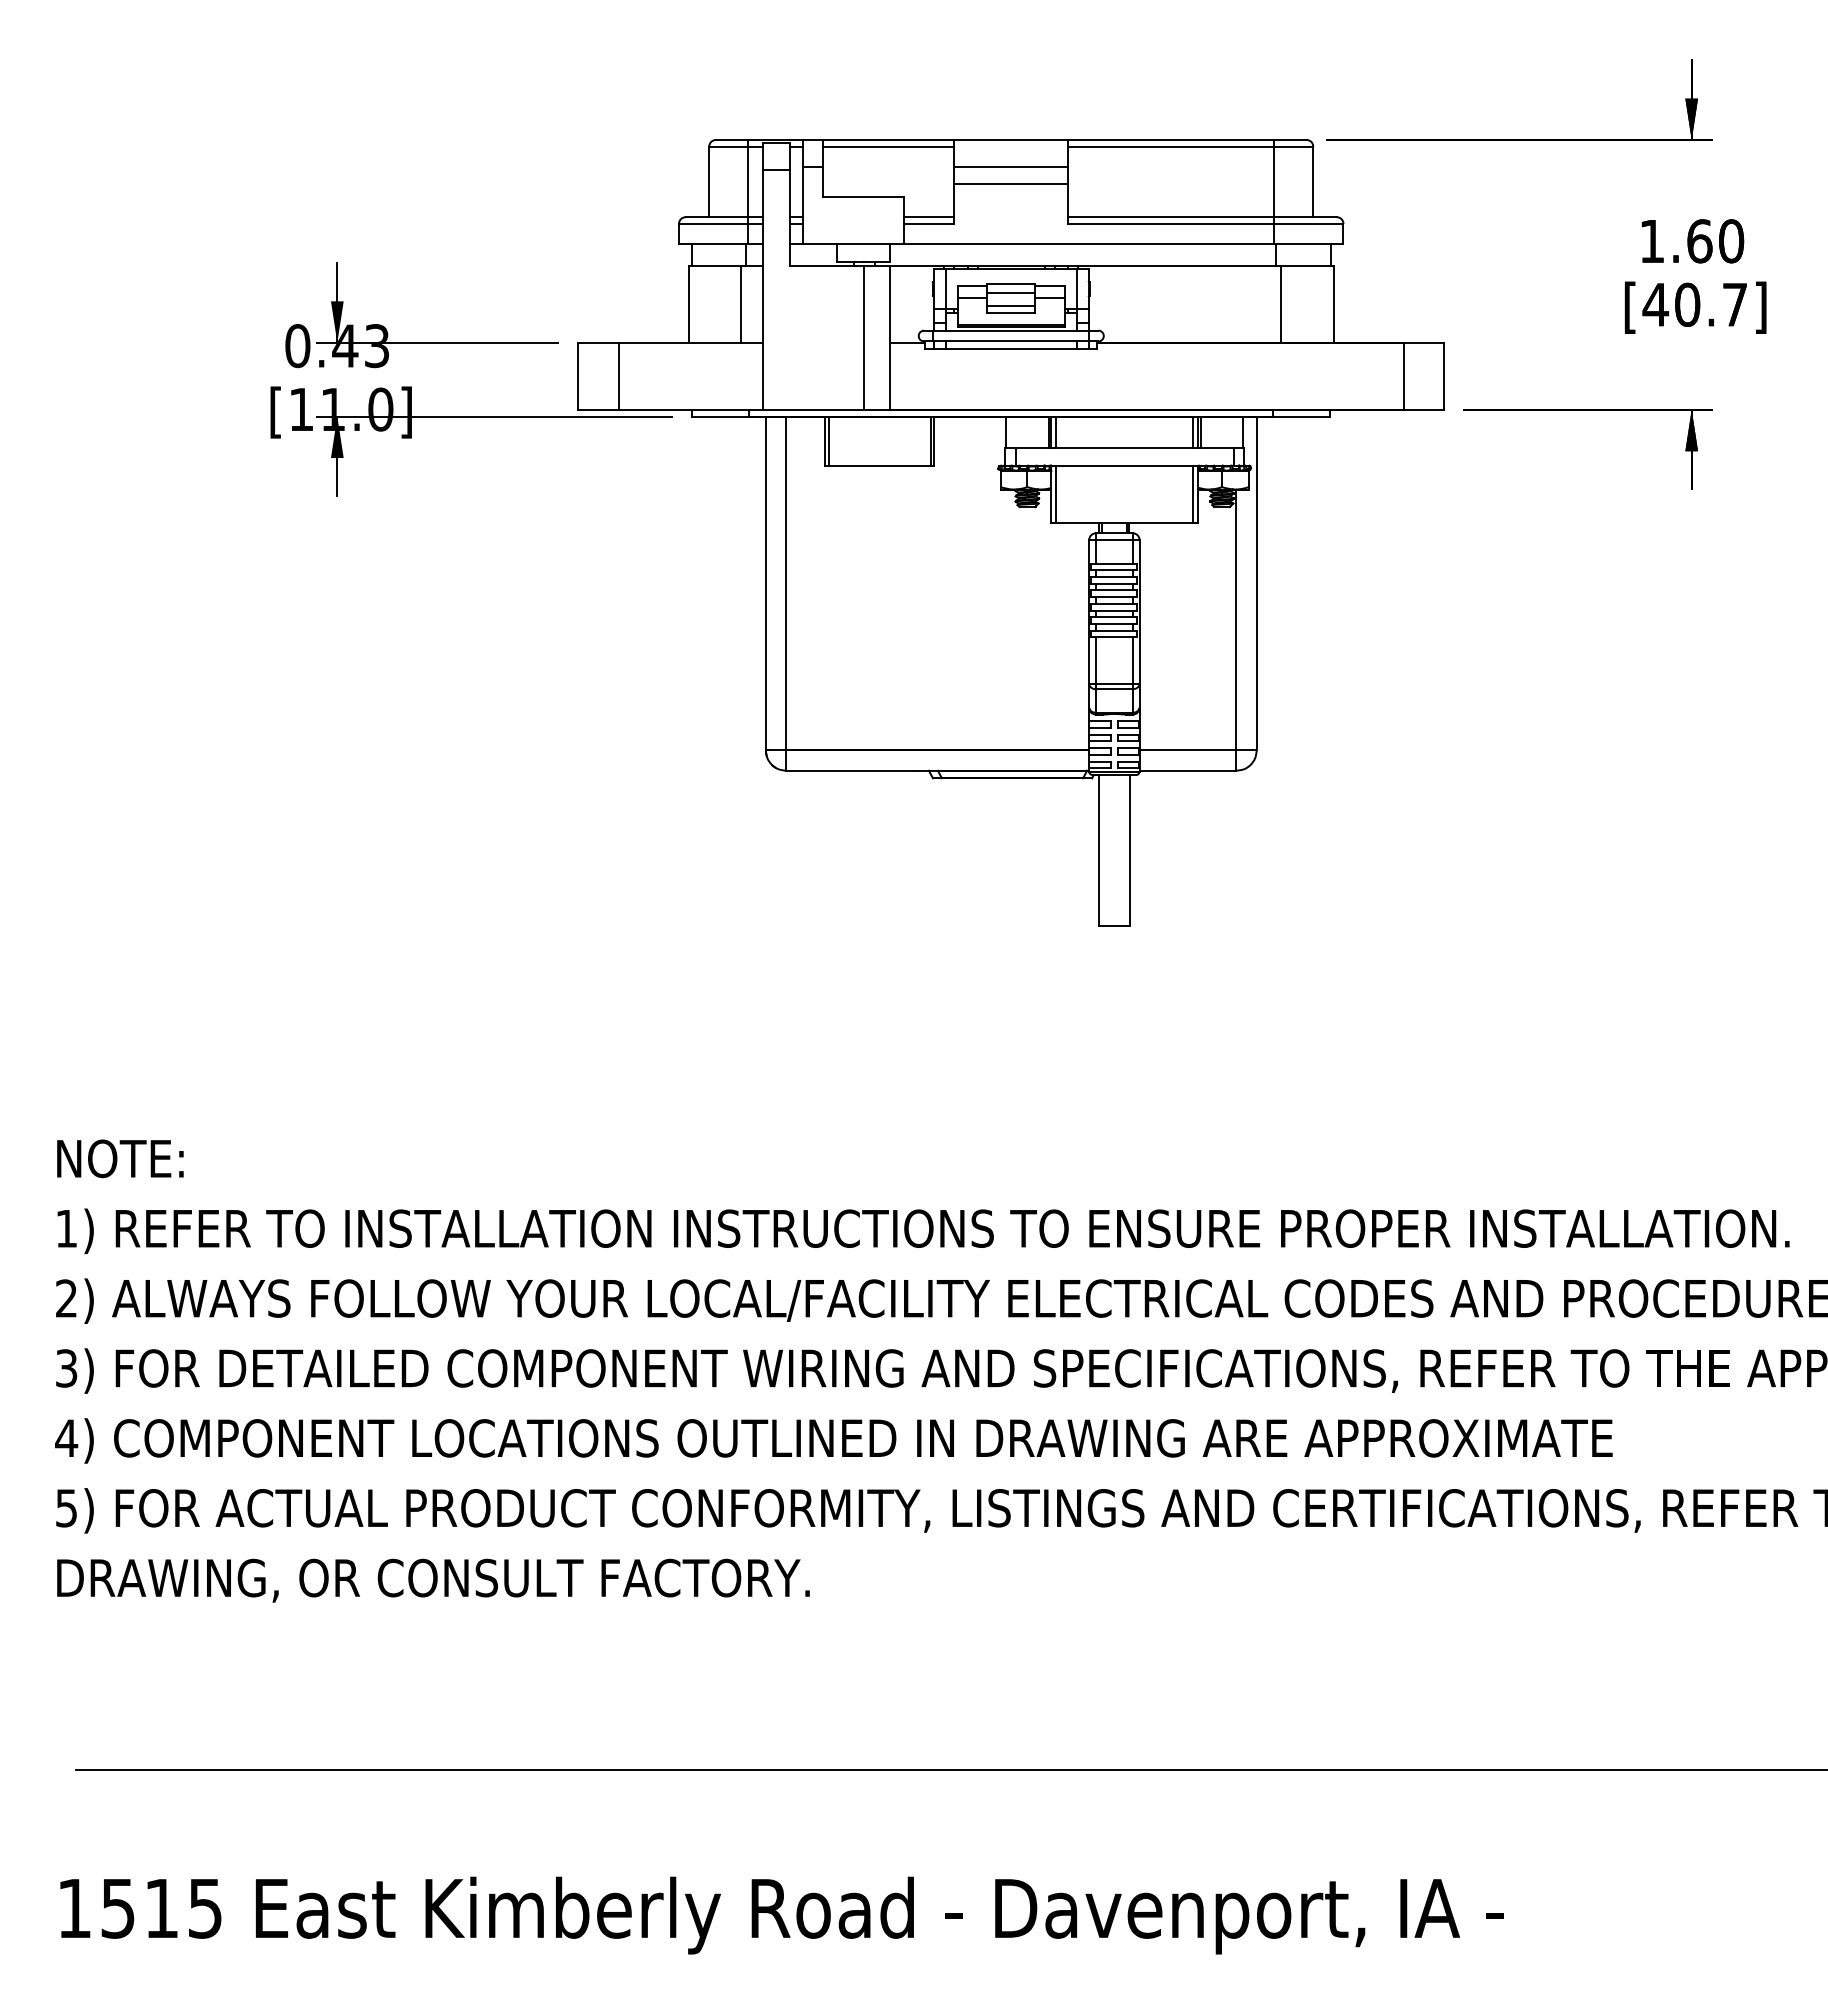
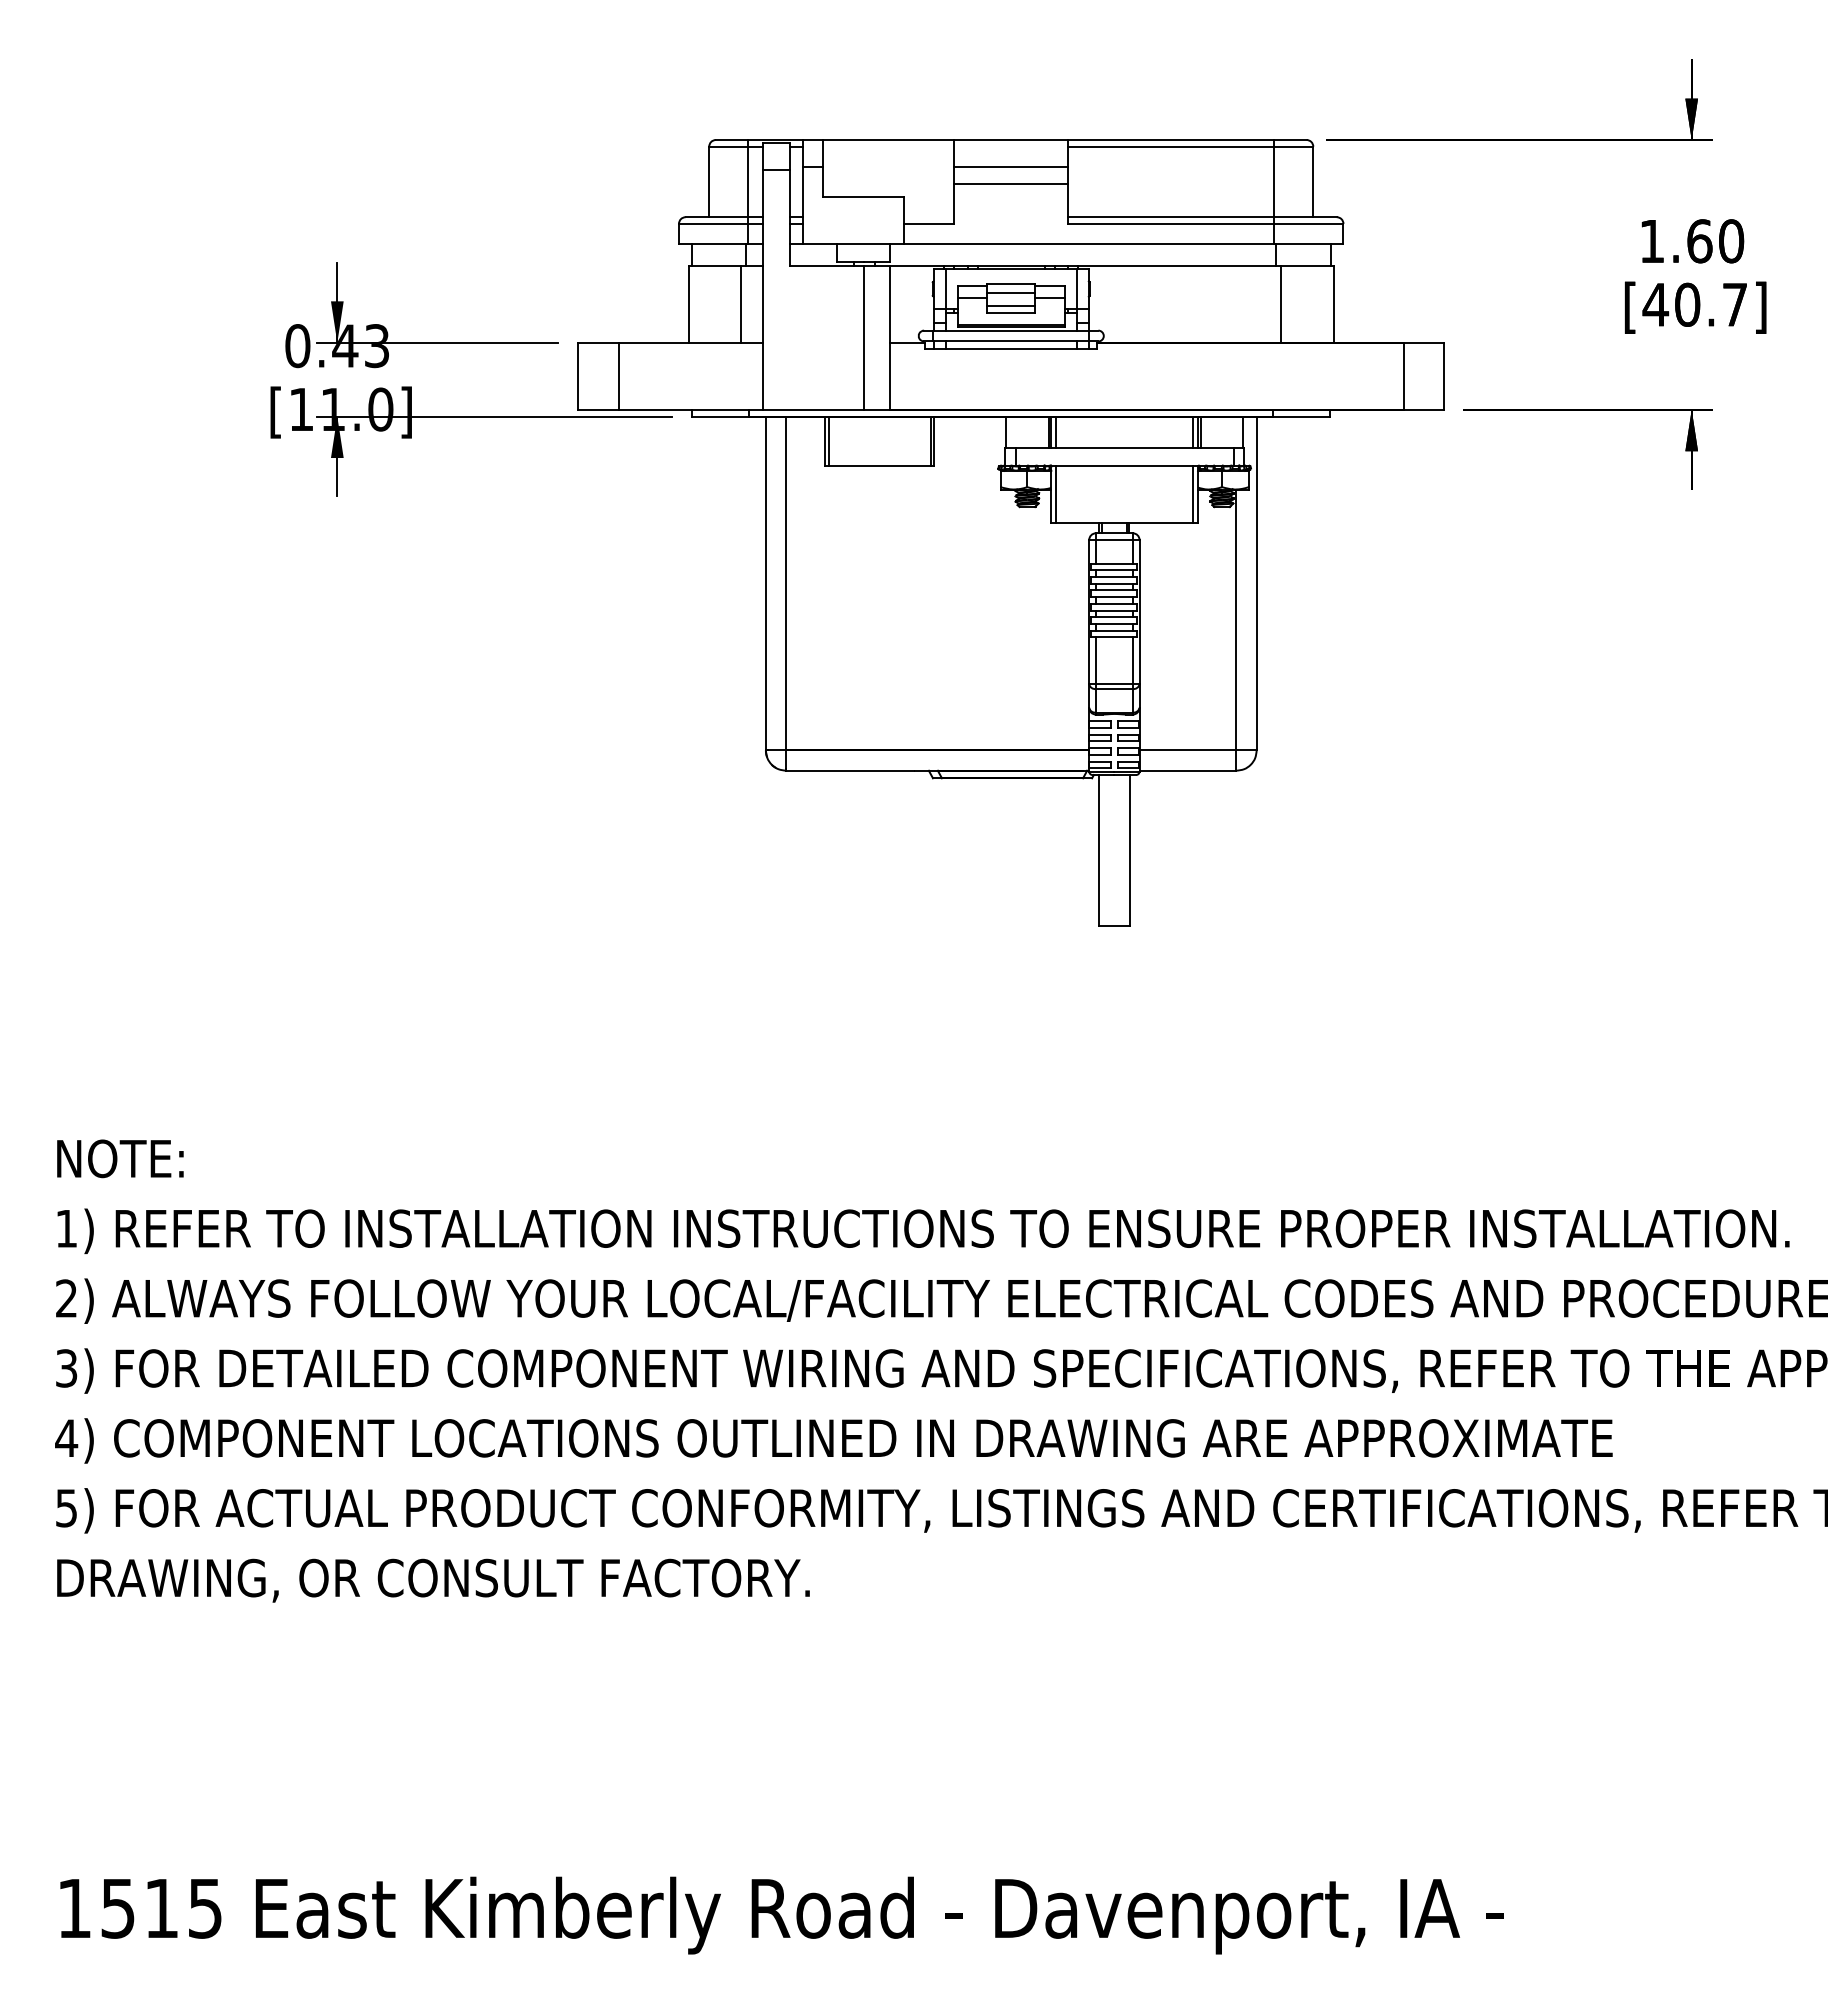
line at (888, 146): present -> none
line at (928, 217): present -> none
line at (949, 1769): present -> none
